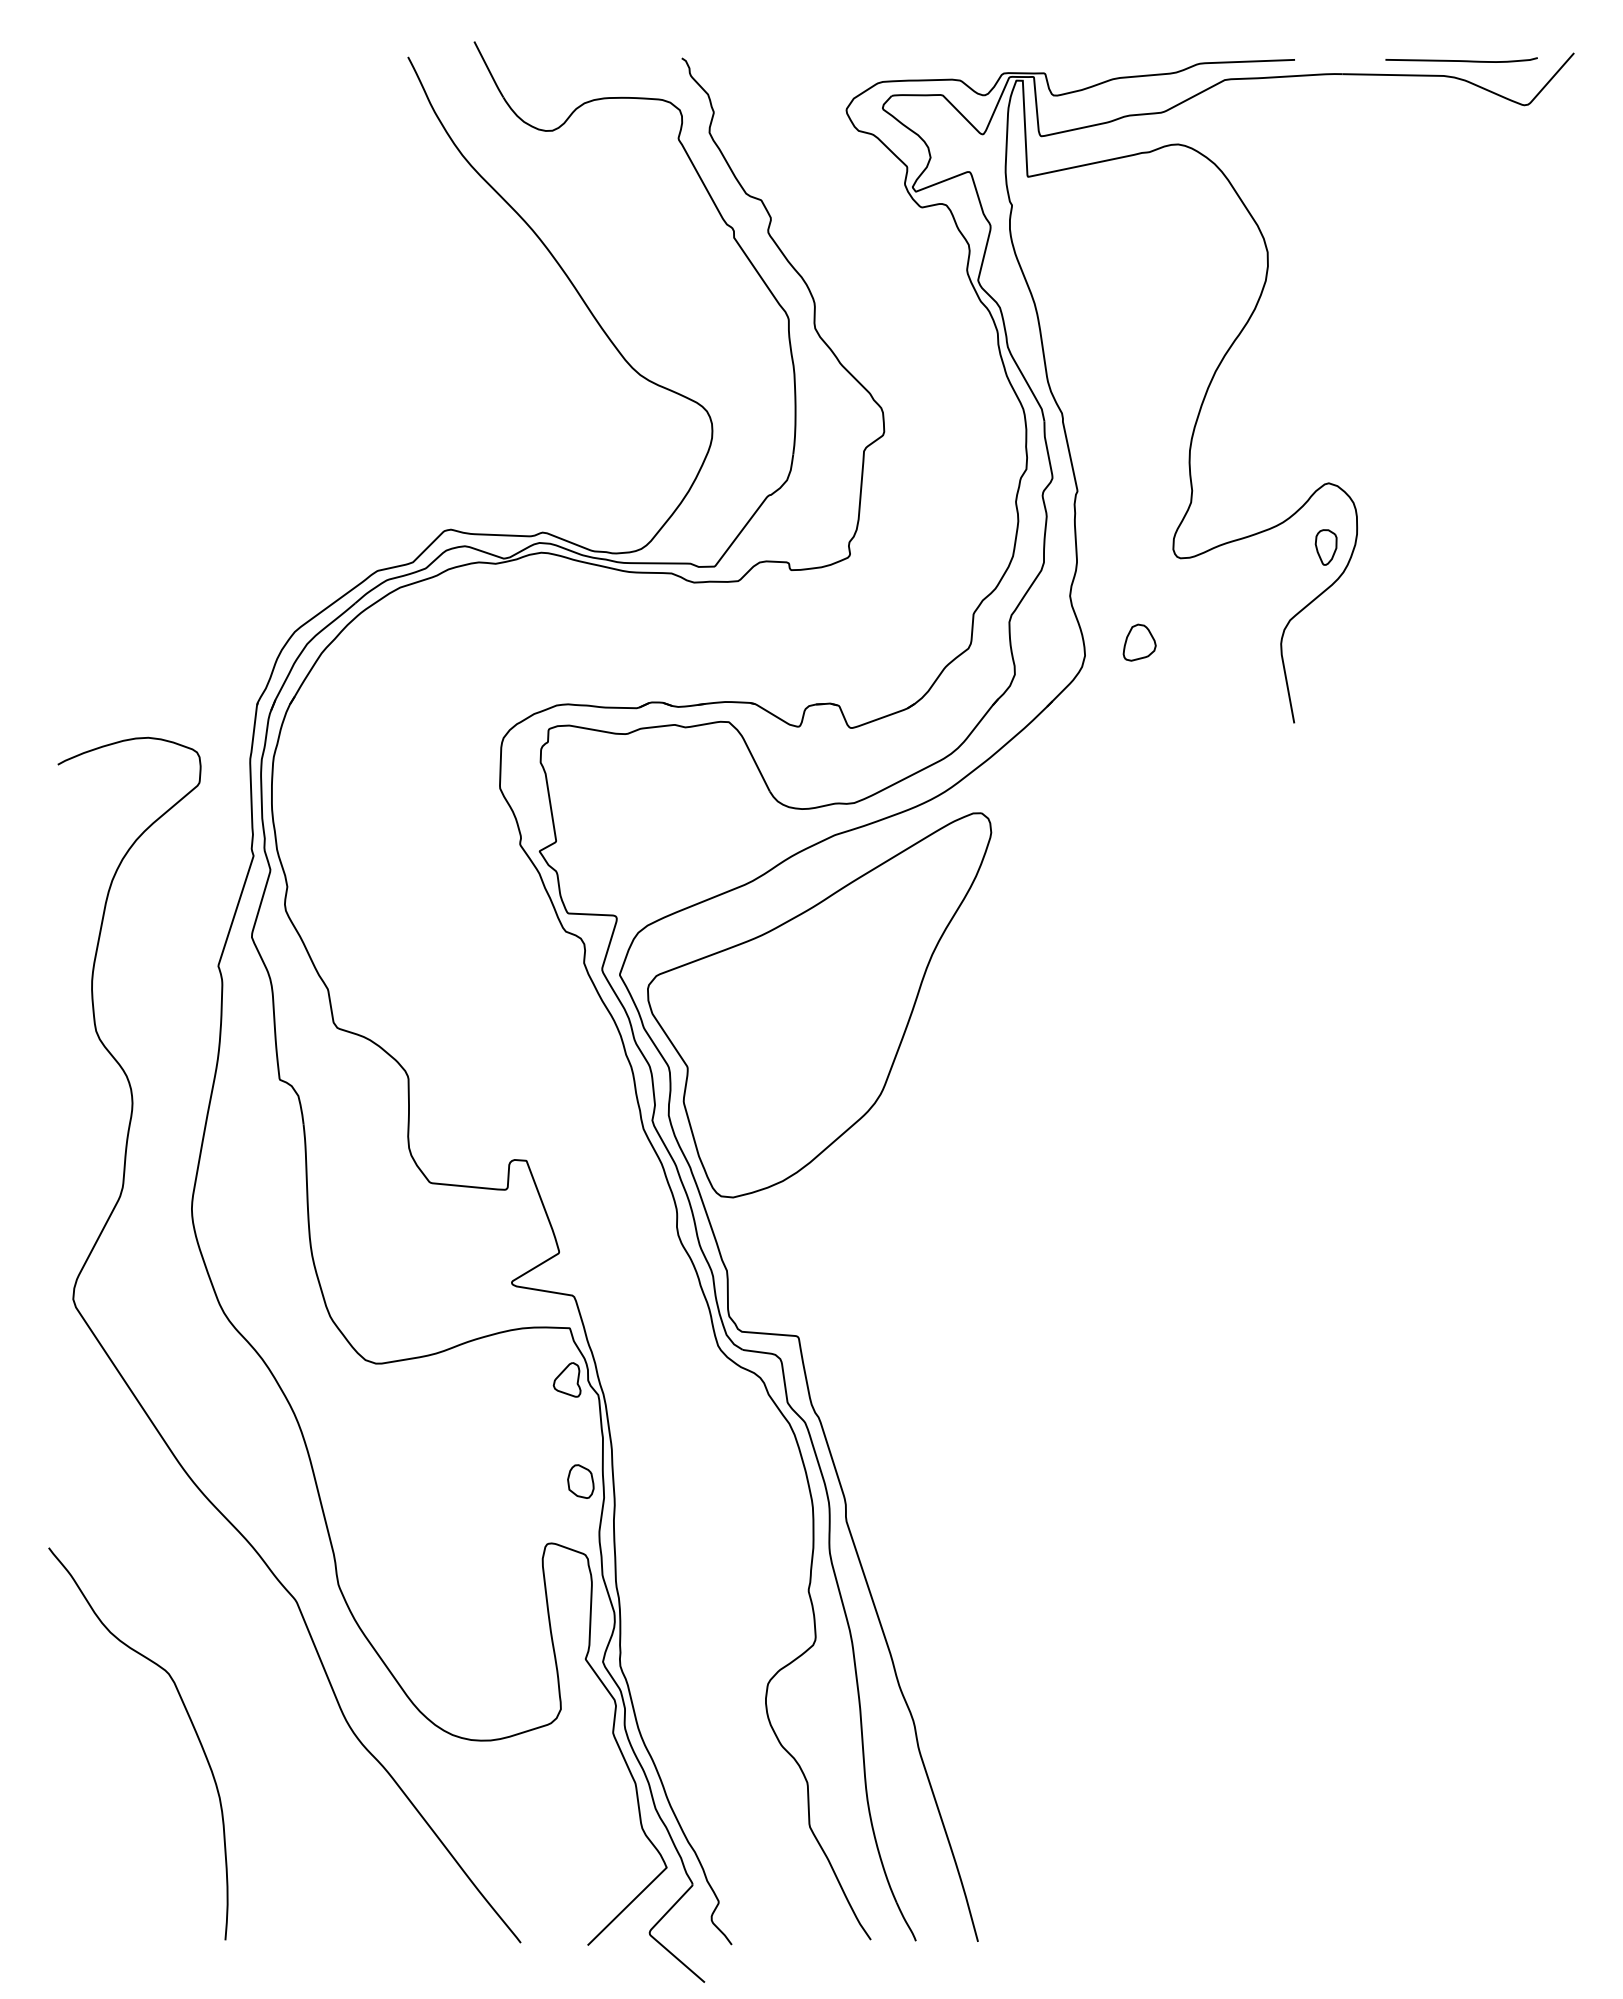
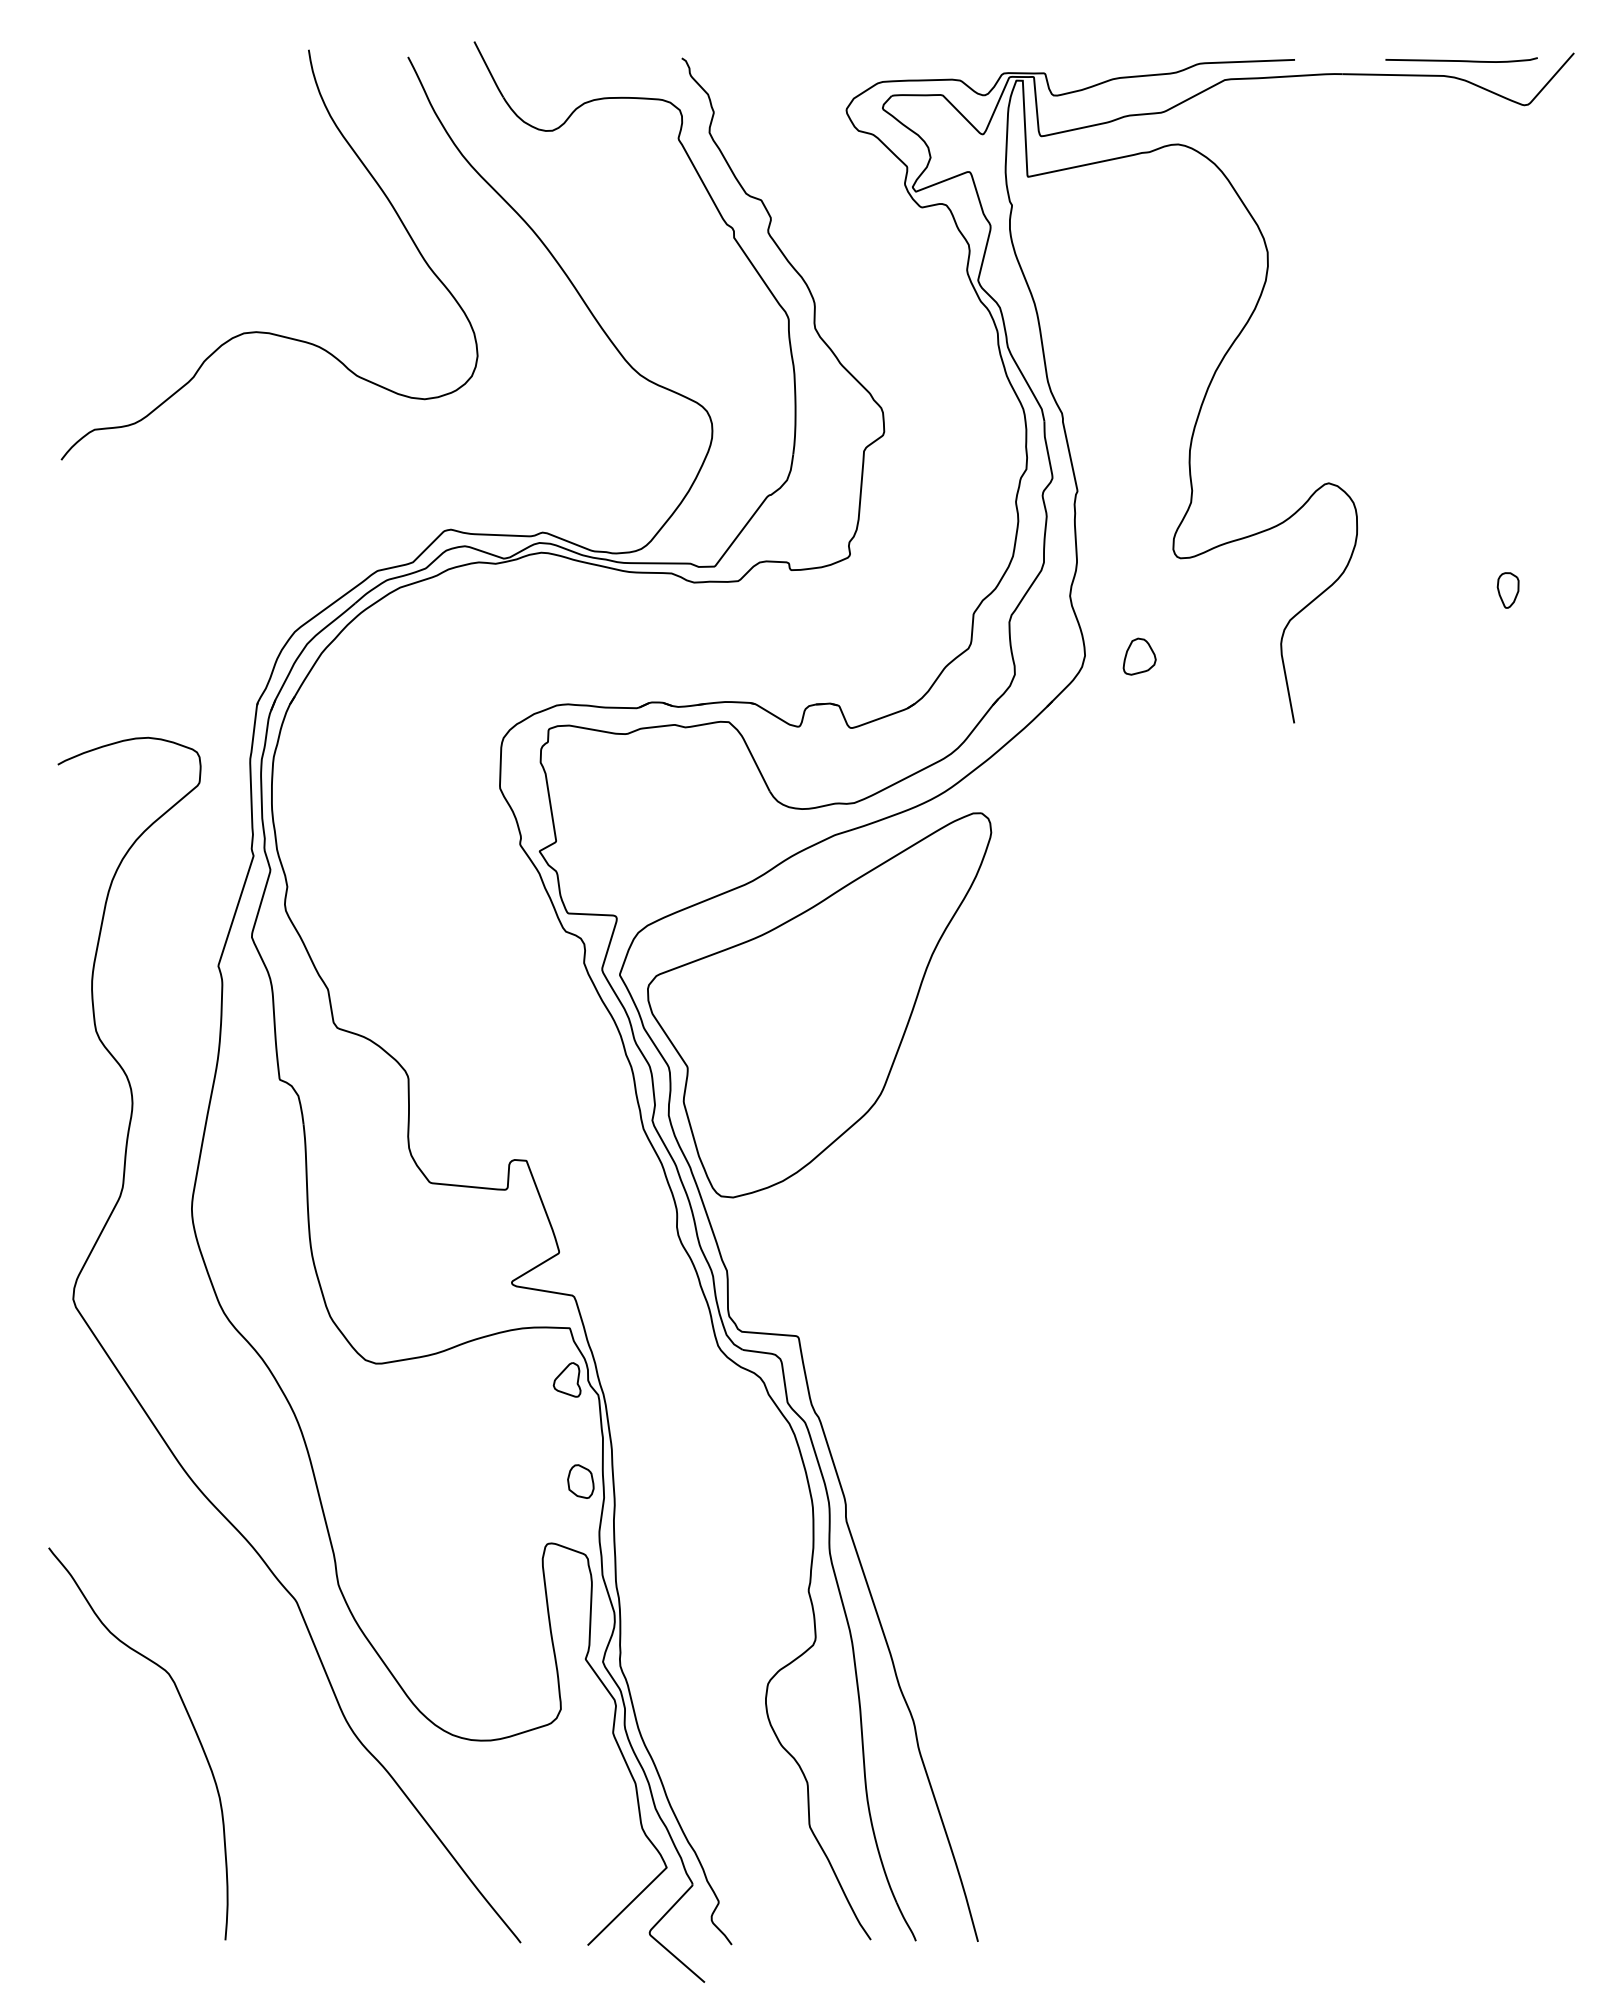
curve at (264, 331): none -> present
part at (1325, 547) position: (1325, 547) -> (1507, 590)
part at (1139, 642) position: (1139, 642) -> (1139, 656)
